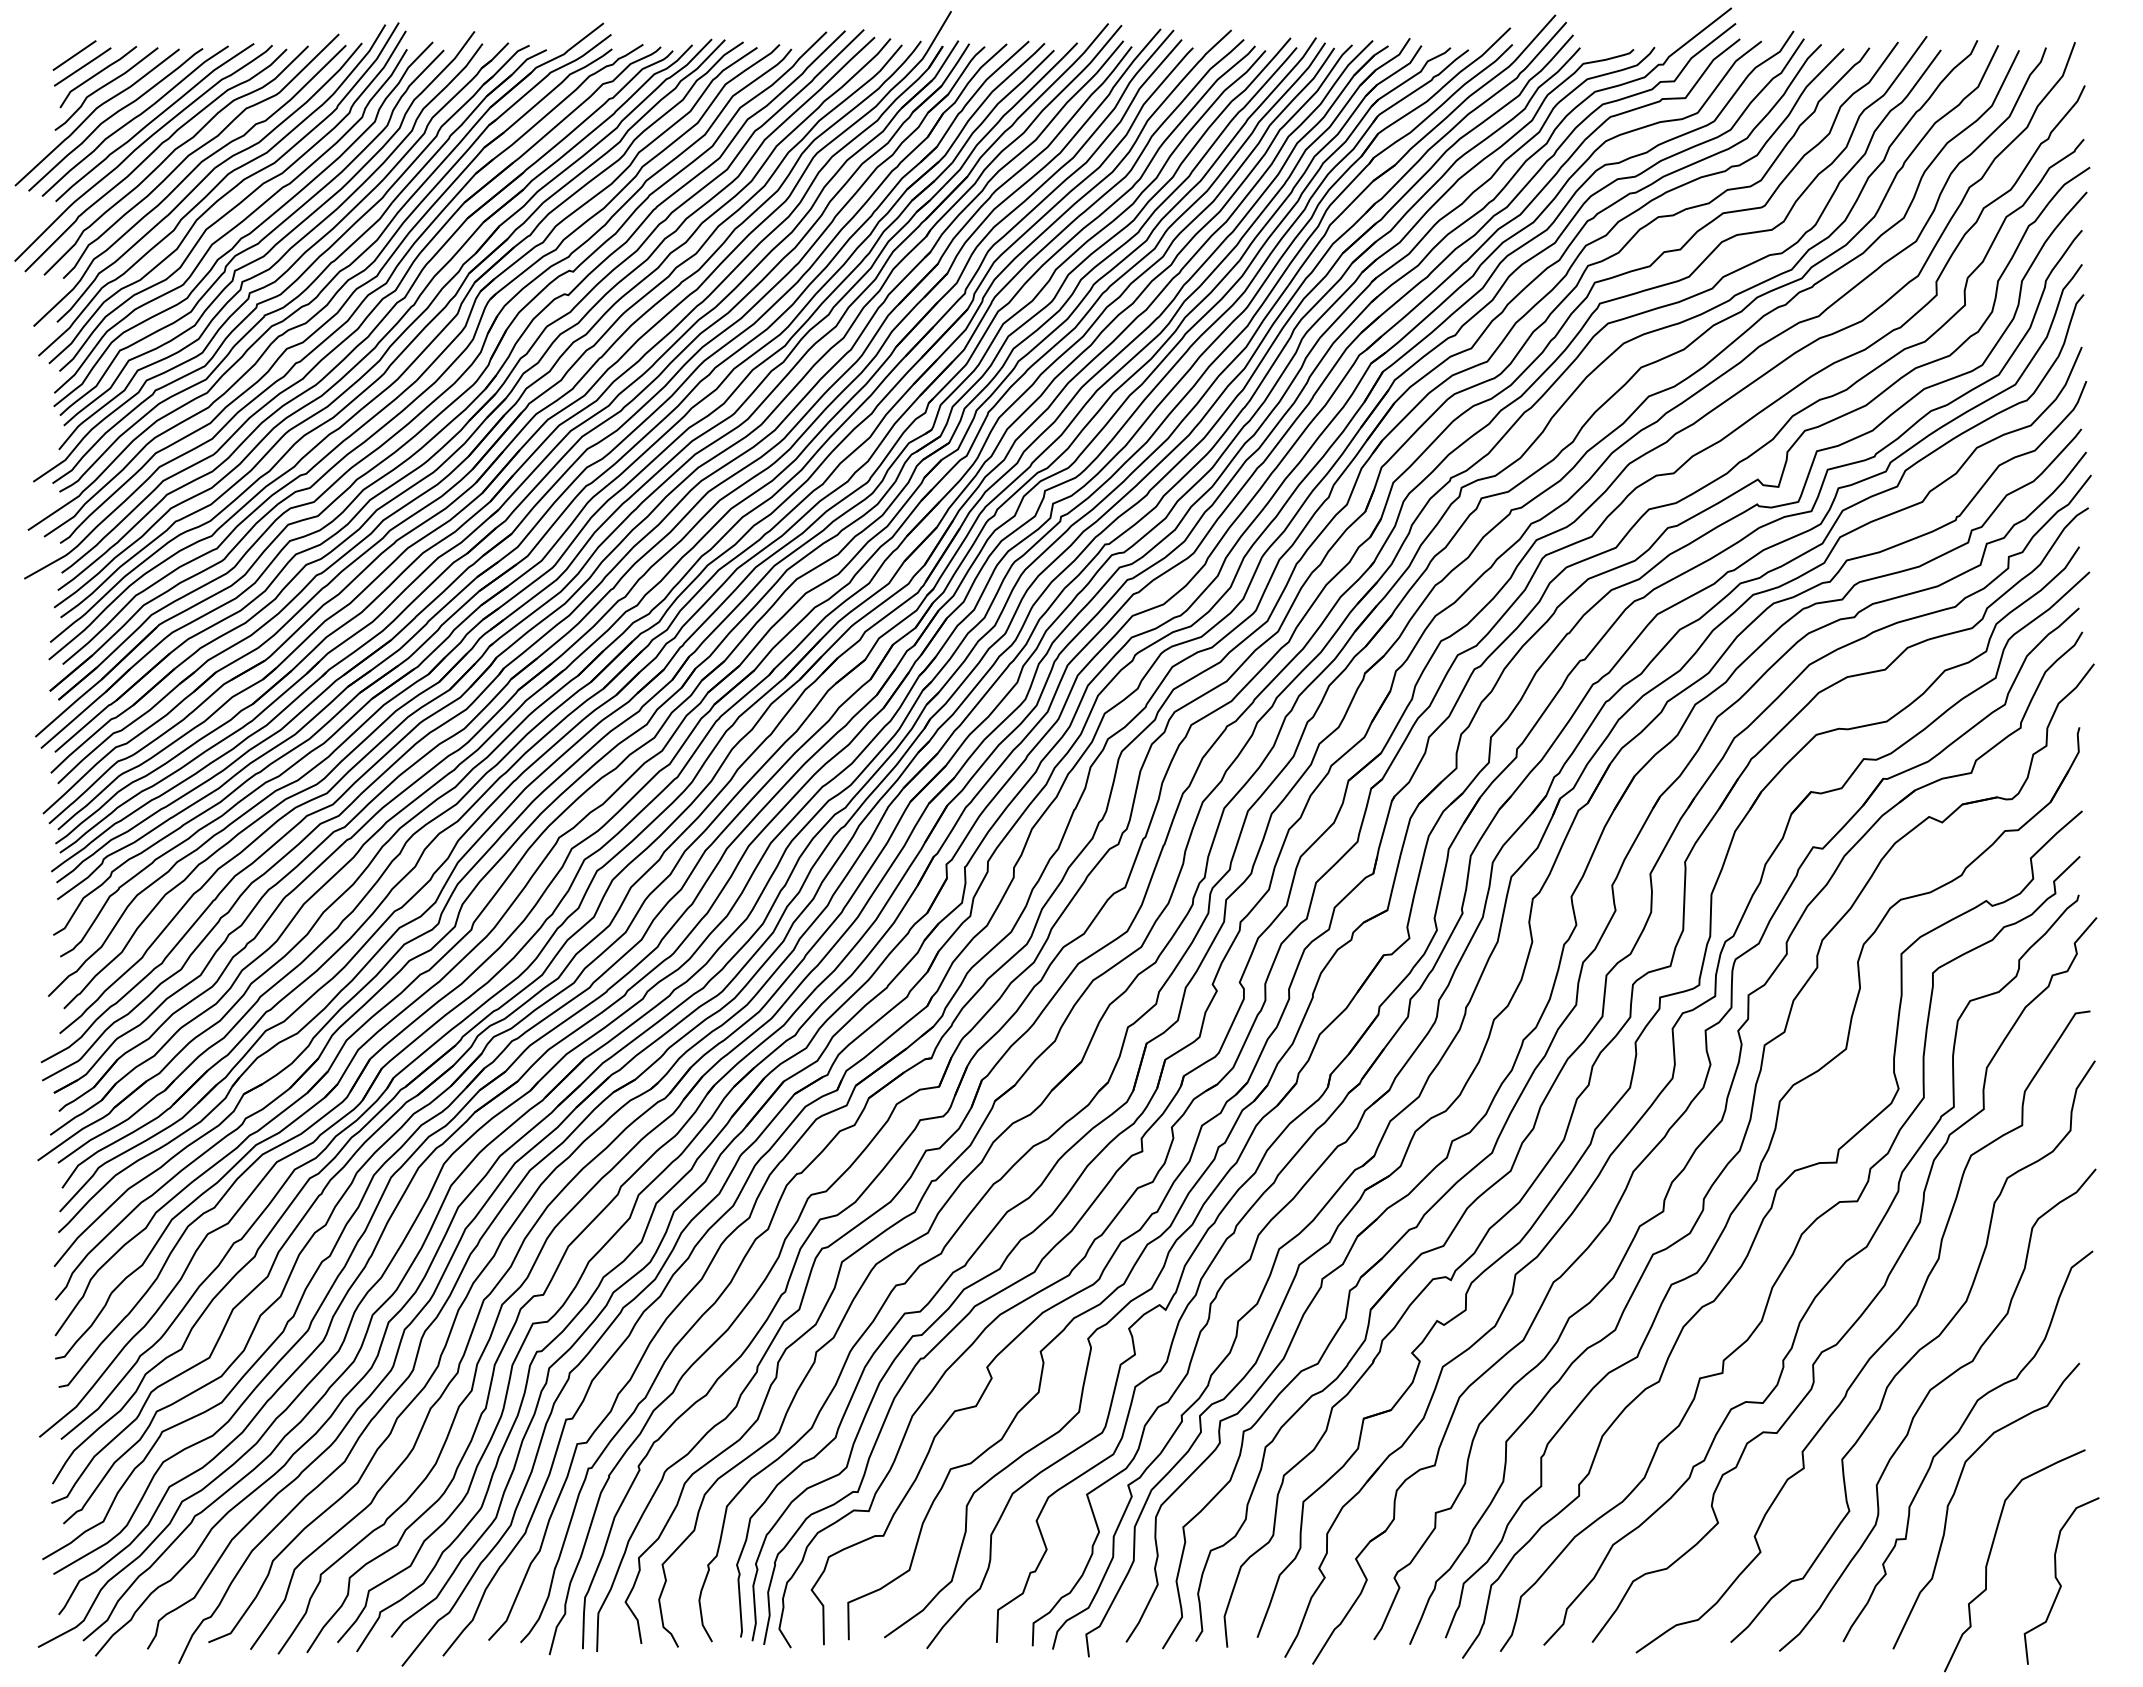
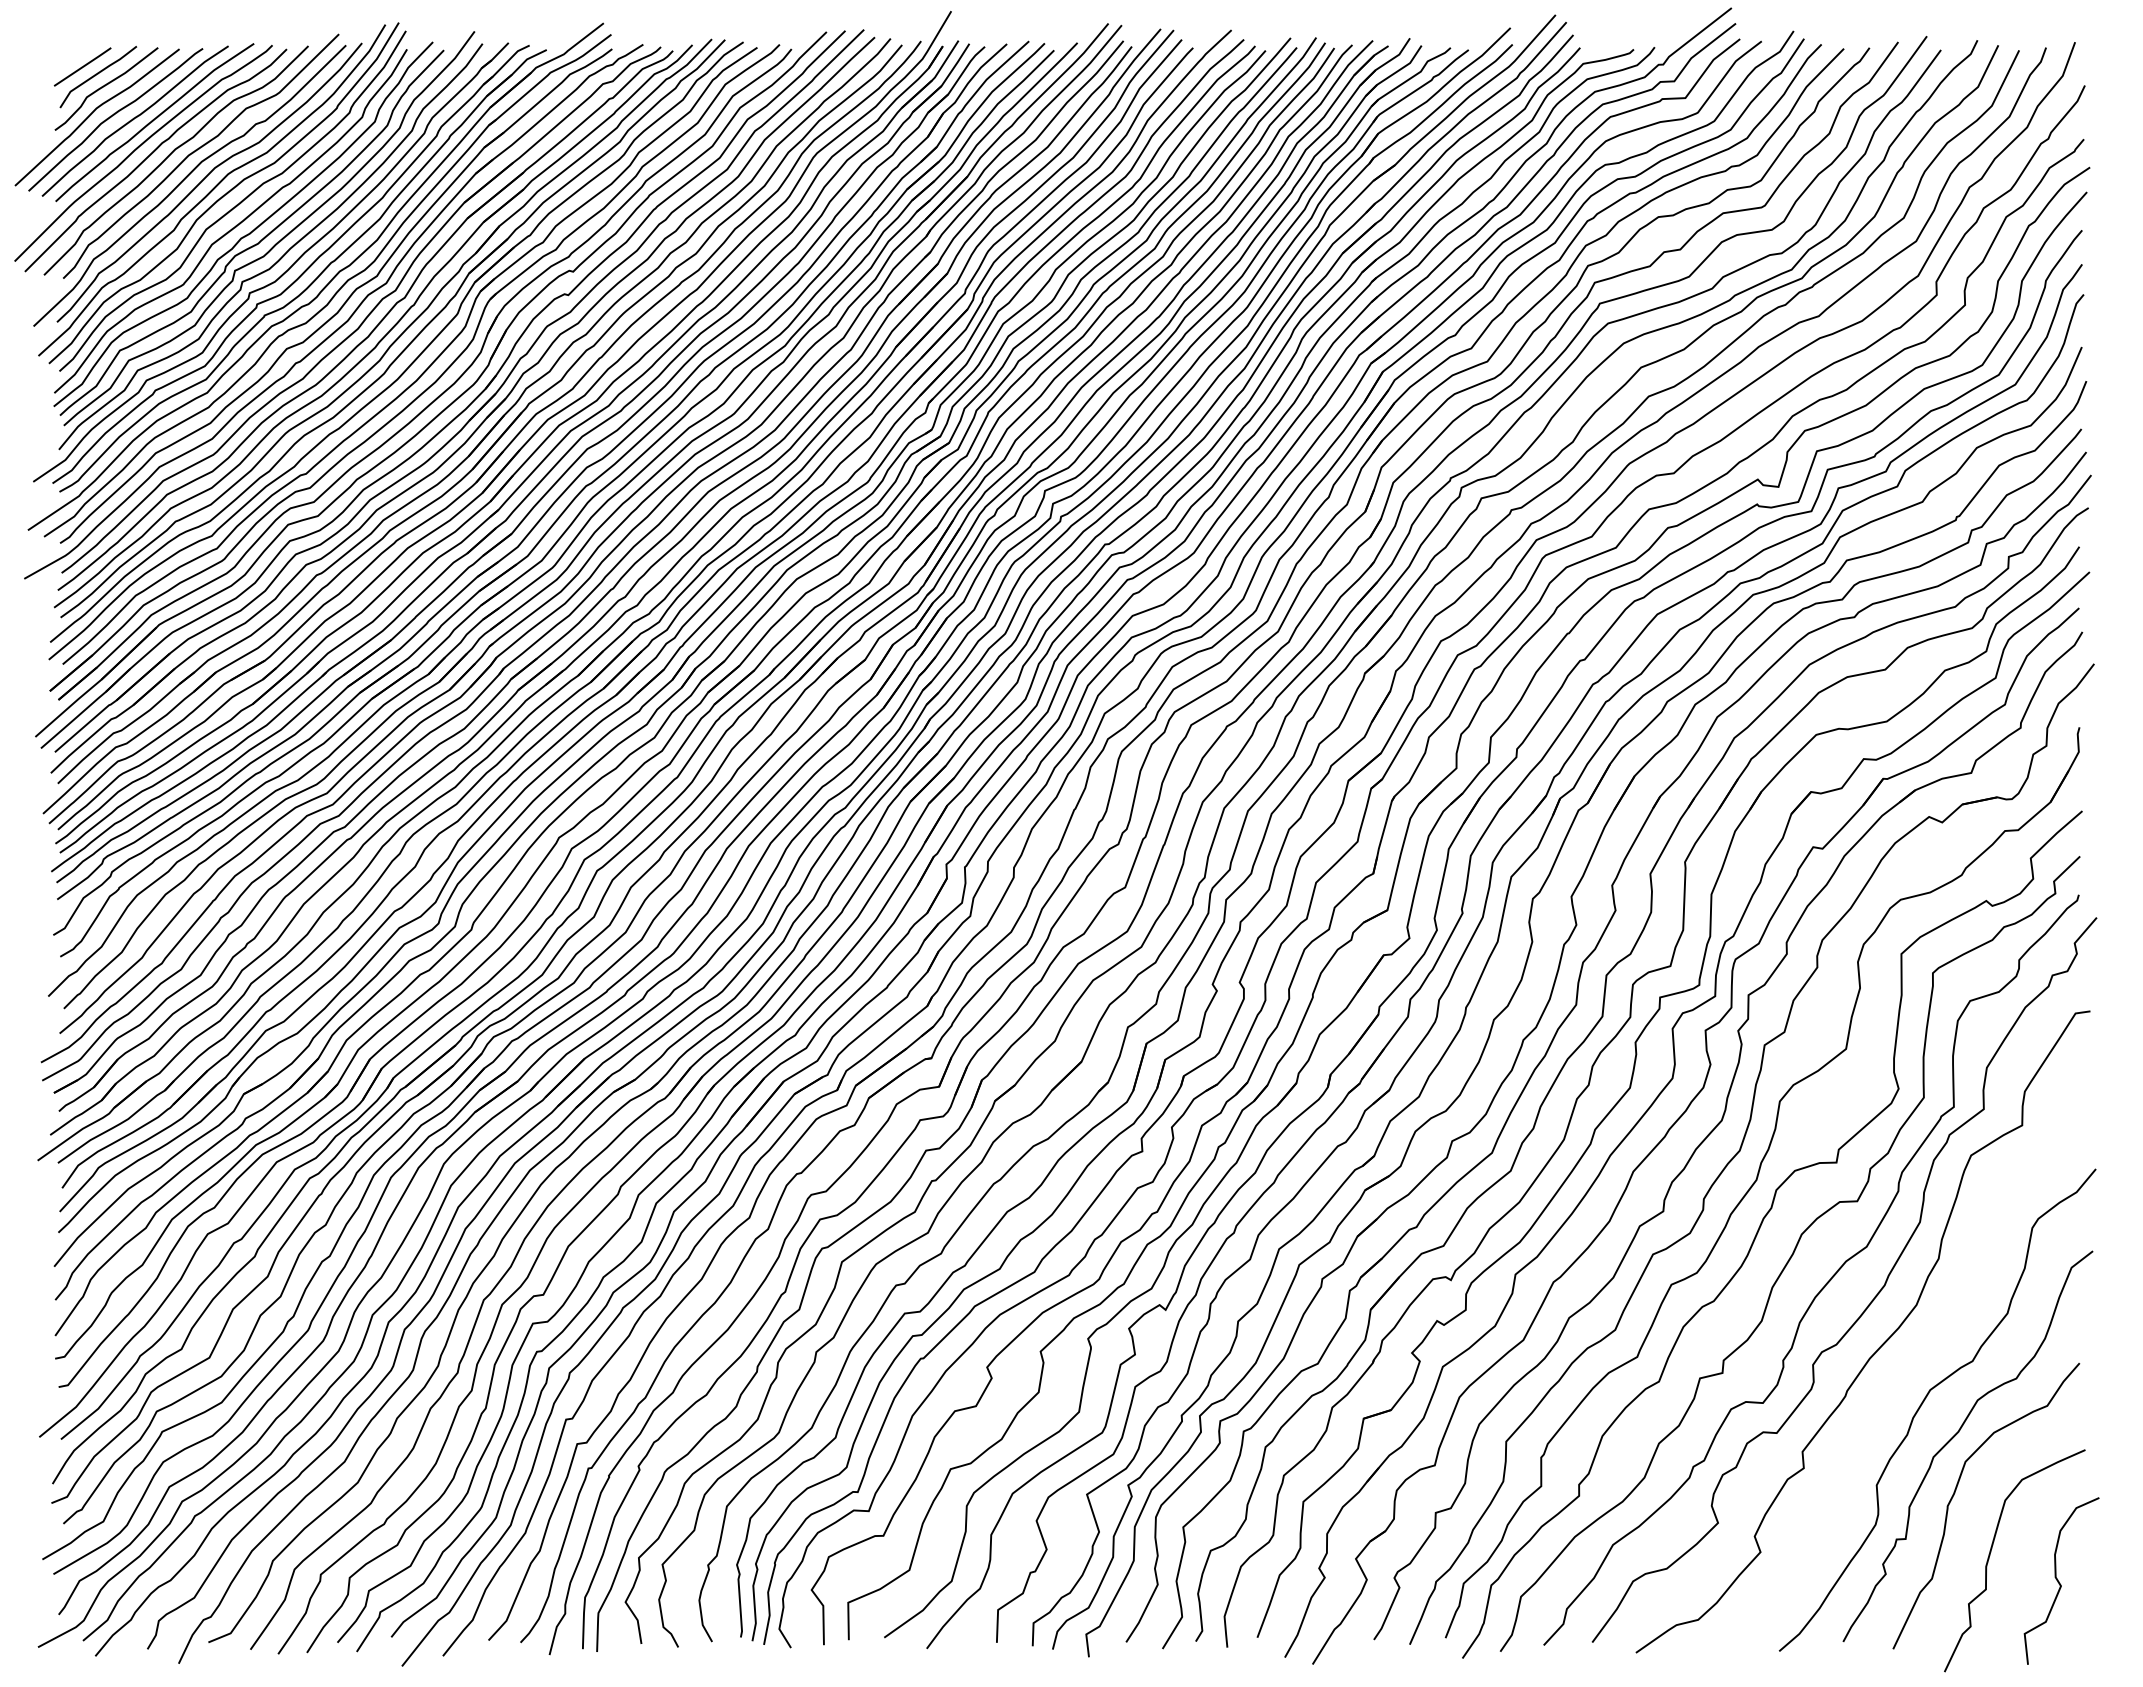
line at (74, 55): present -> none
curve at (1914, 1353): present -> none
